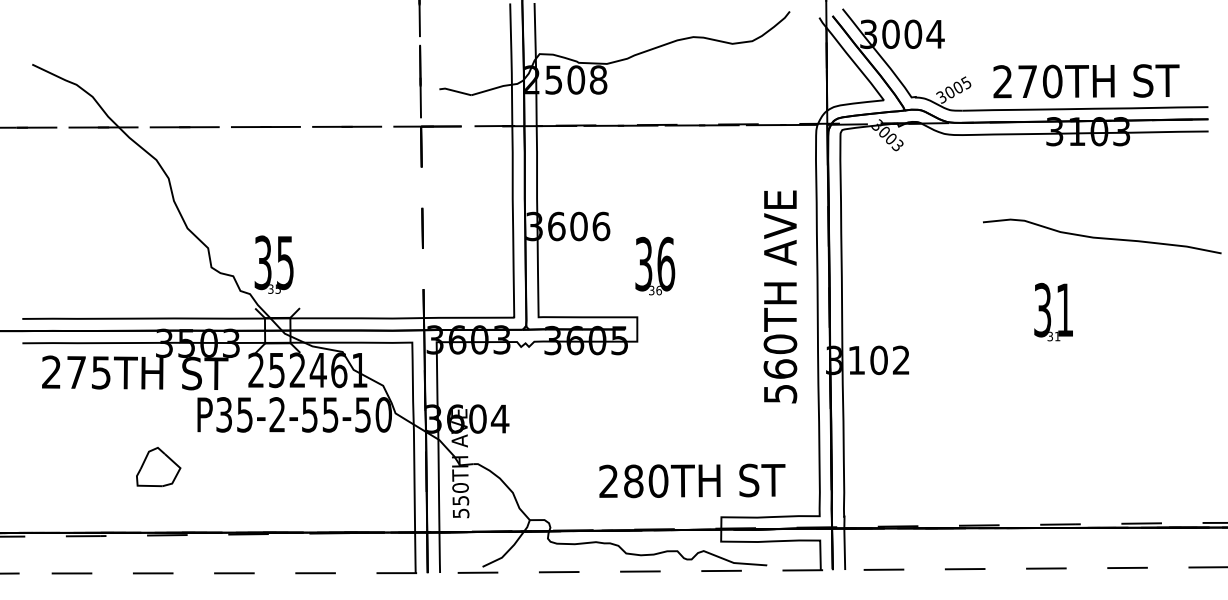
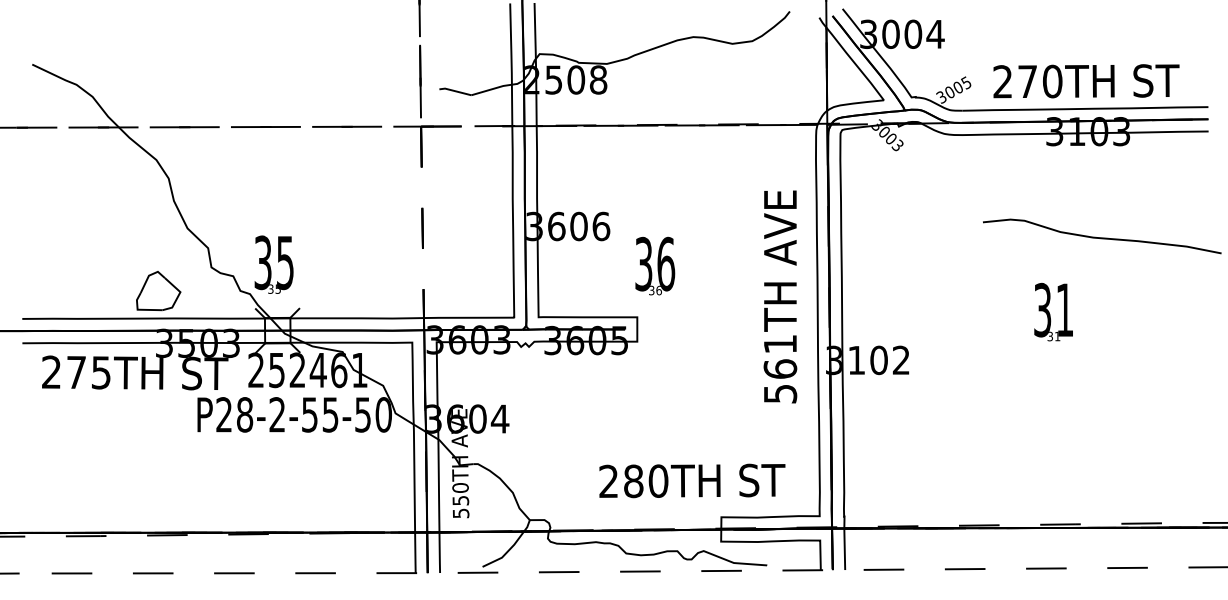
text at (780, 344): 560TH -> 561TH
text at (234, 414): P35-2-55-50 -> P28-2-55-50
part at (158, 467) position: (158, 467) -> (158, 291)
